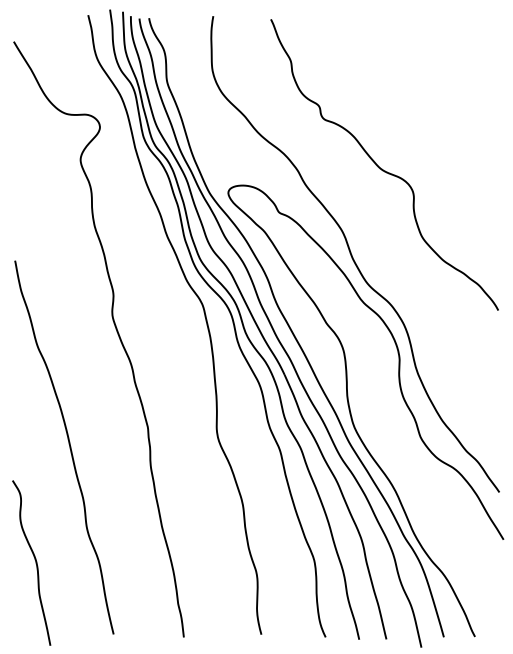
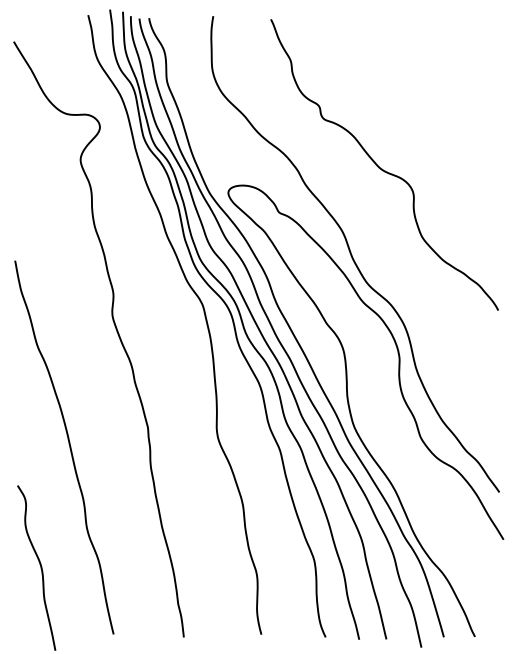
curve at (35, 562) position: (35, 562) -> (40, 567)
